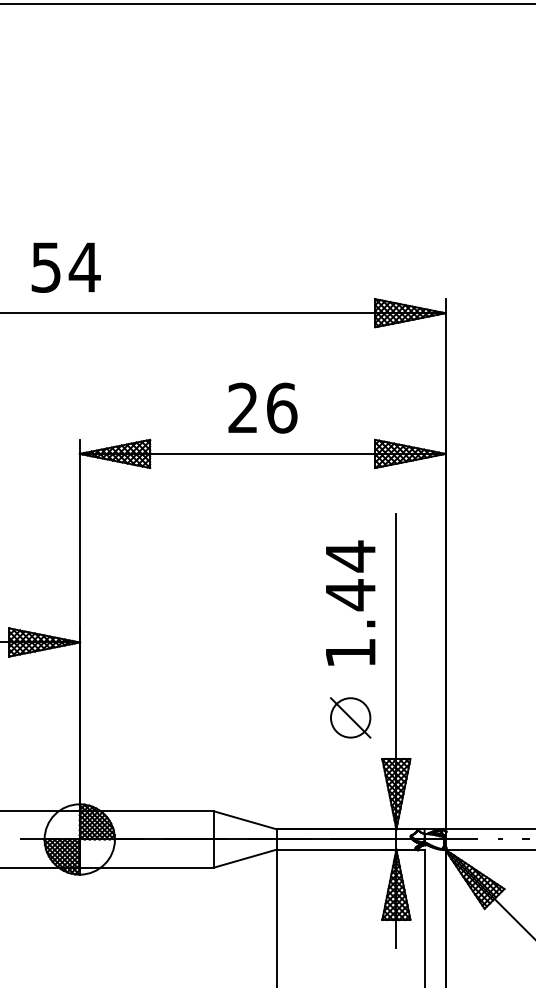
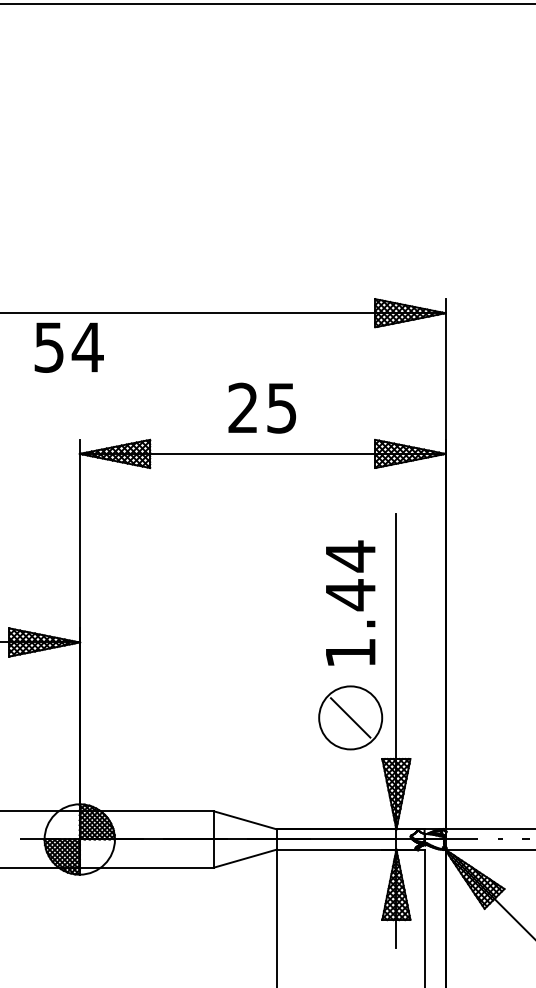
text at (65, 267) position: (65, 267) -> (68, 347)
text at (282, 407): 26 -> 25
circle at (350, 717) diameter: 39 px -> 63 px
